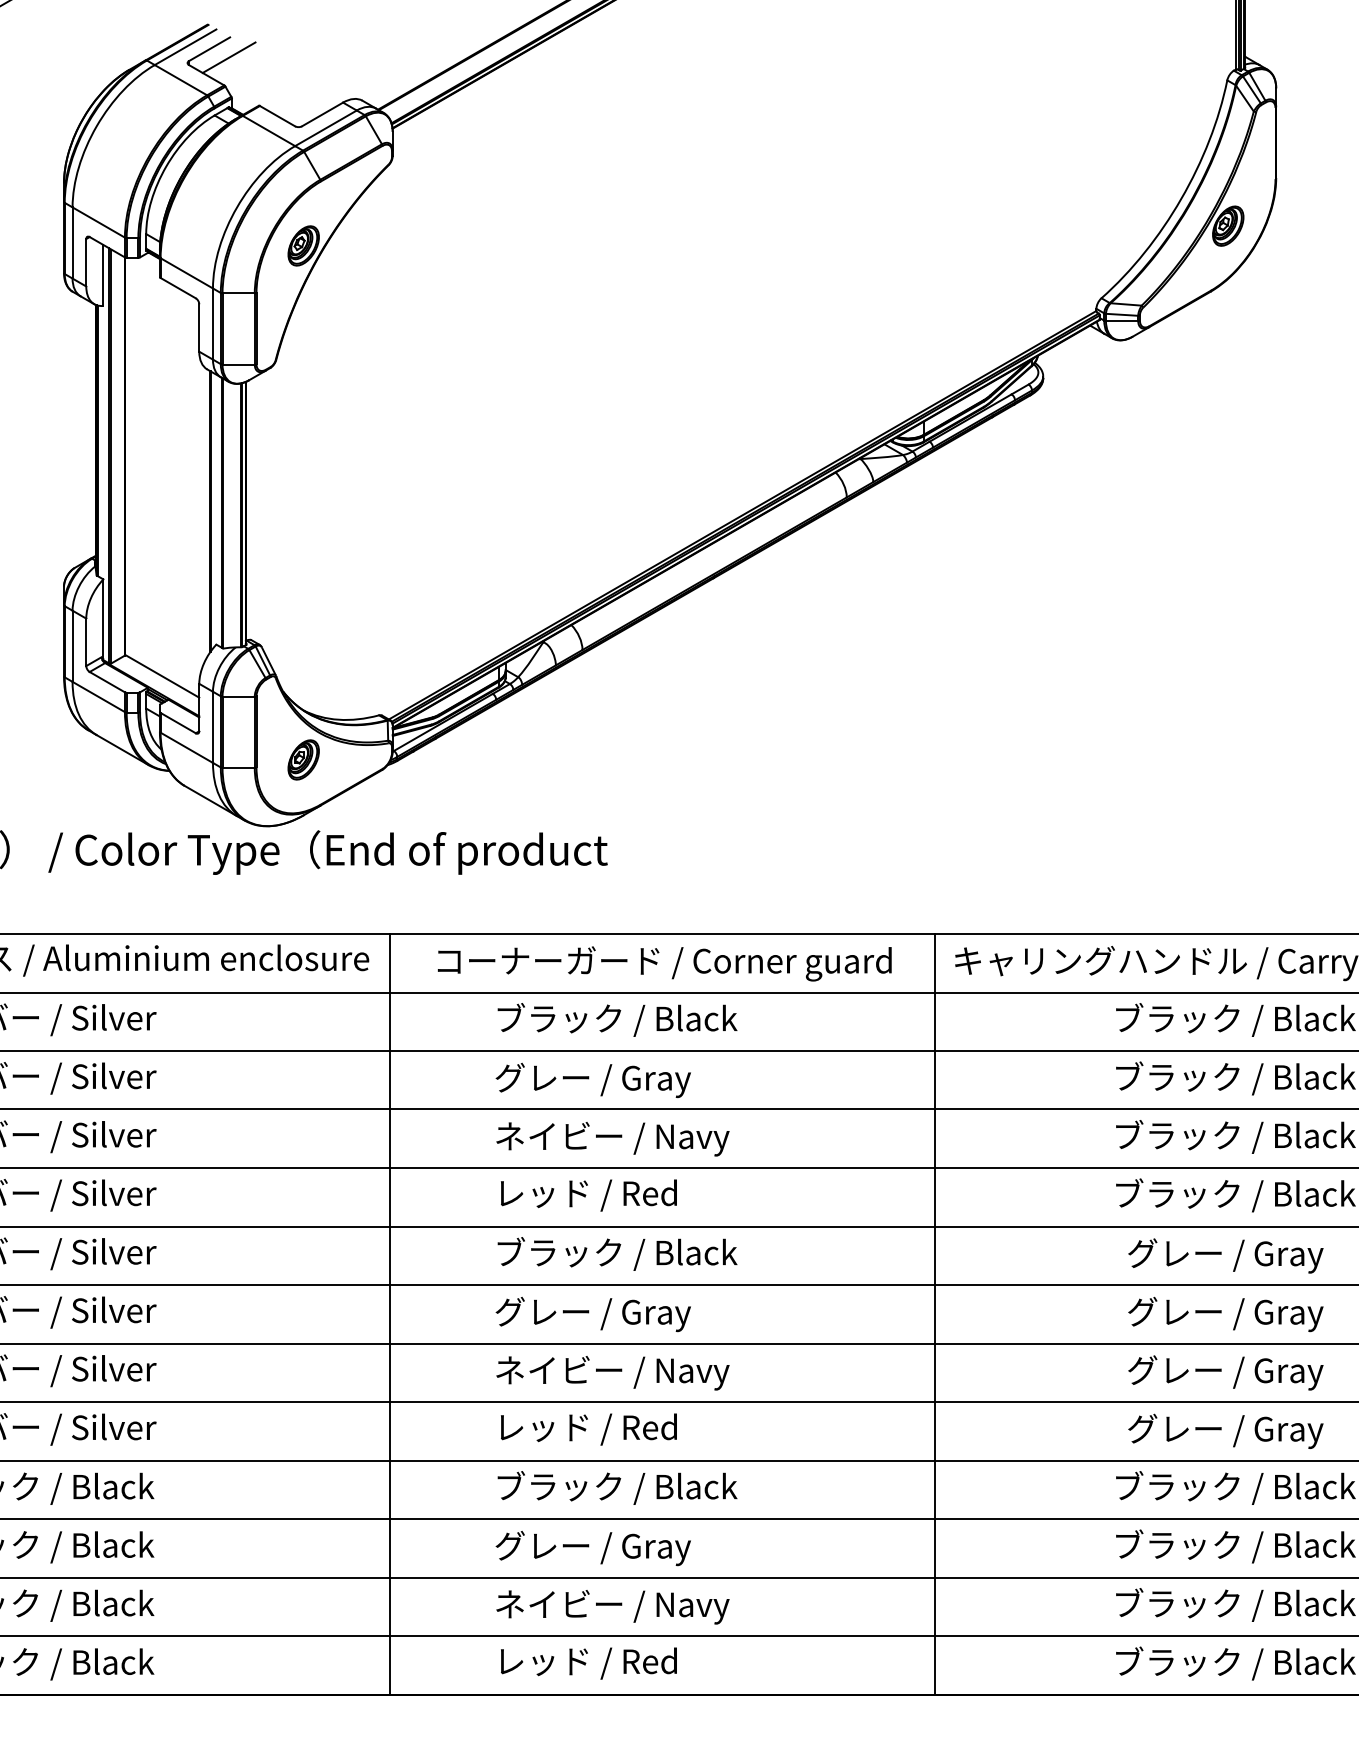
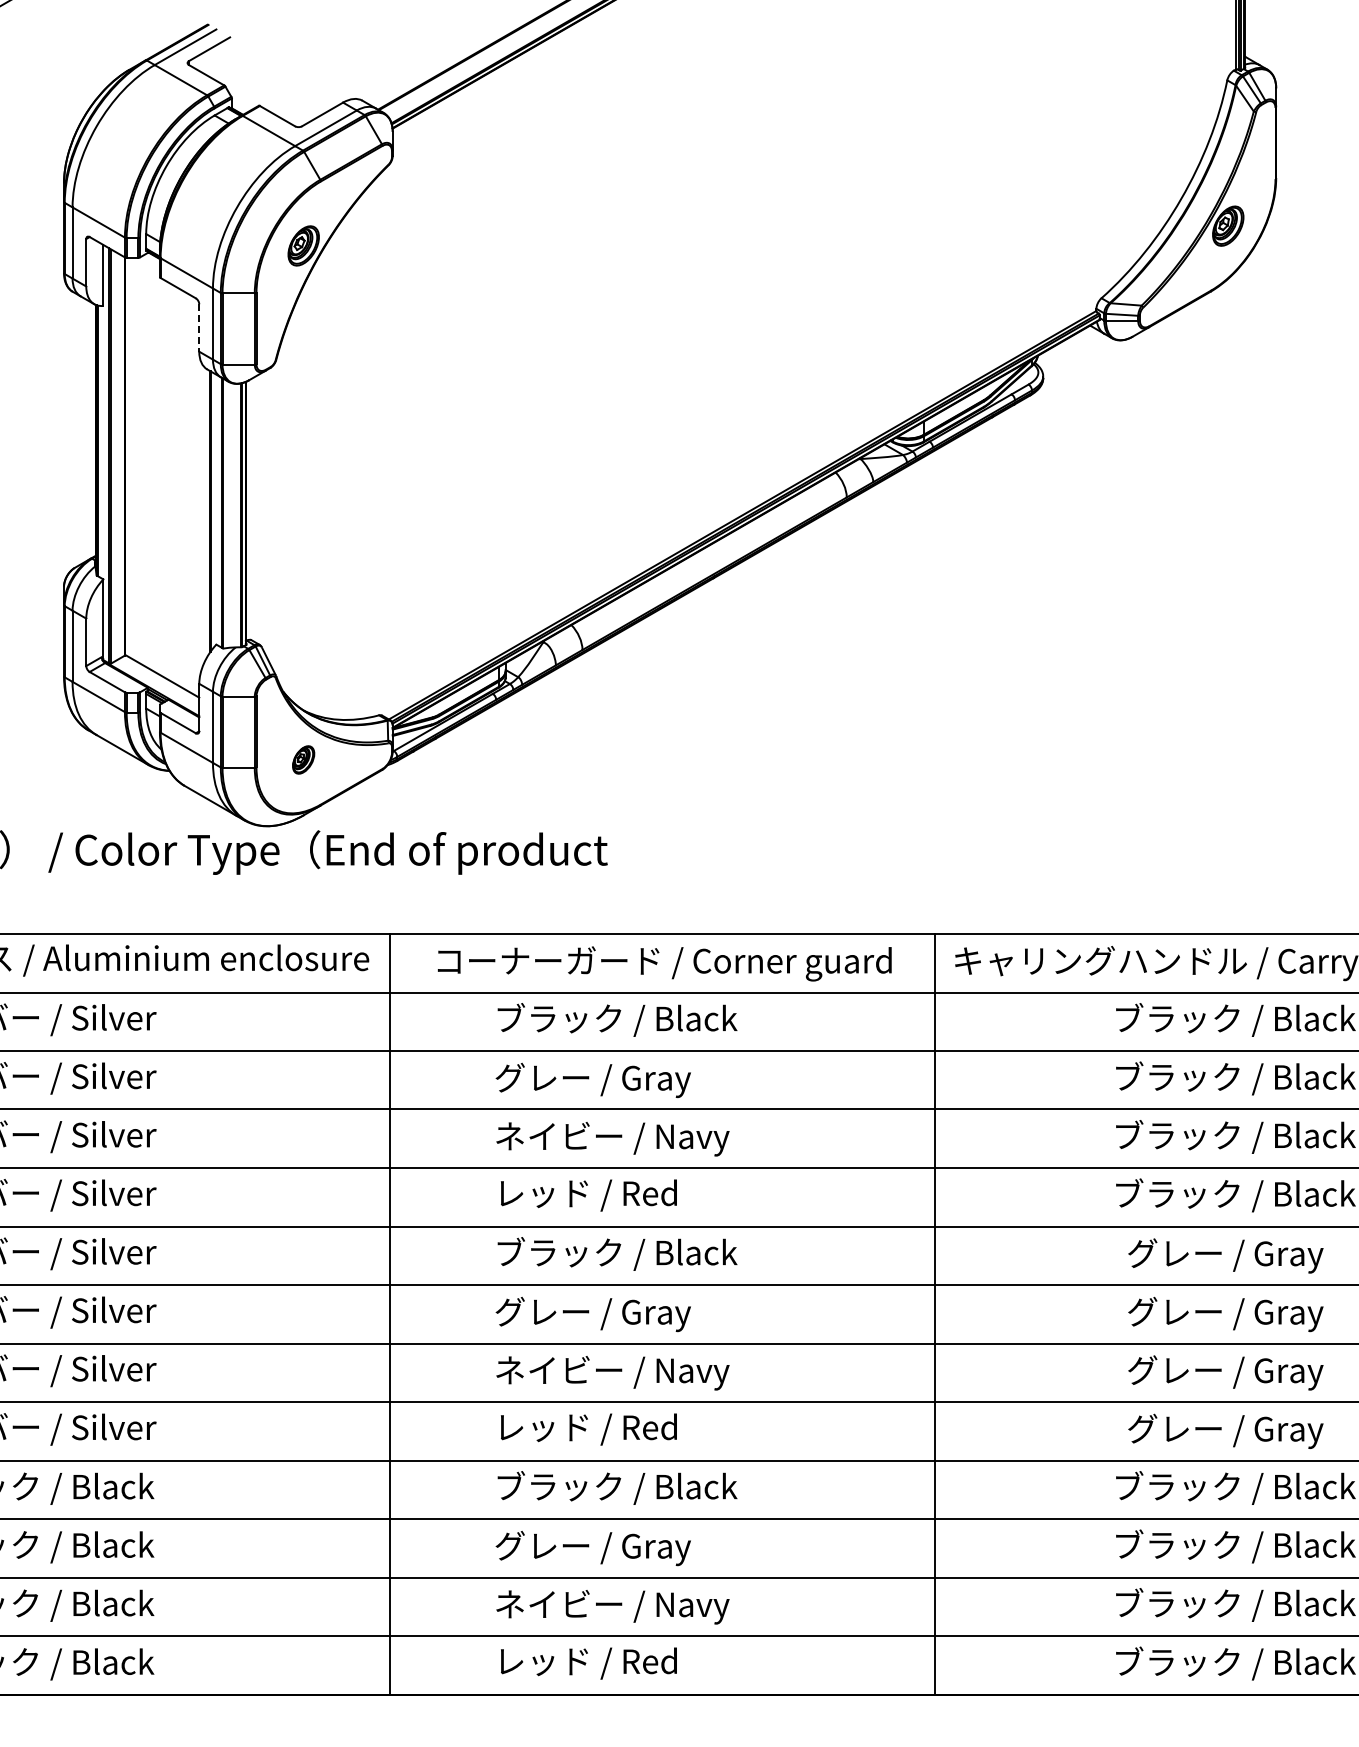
line at (228, 57): present -> none
line at (199, 328): solid -> dashed
part at (303, 759) size: 33x42 px -> 24x30 px
